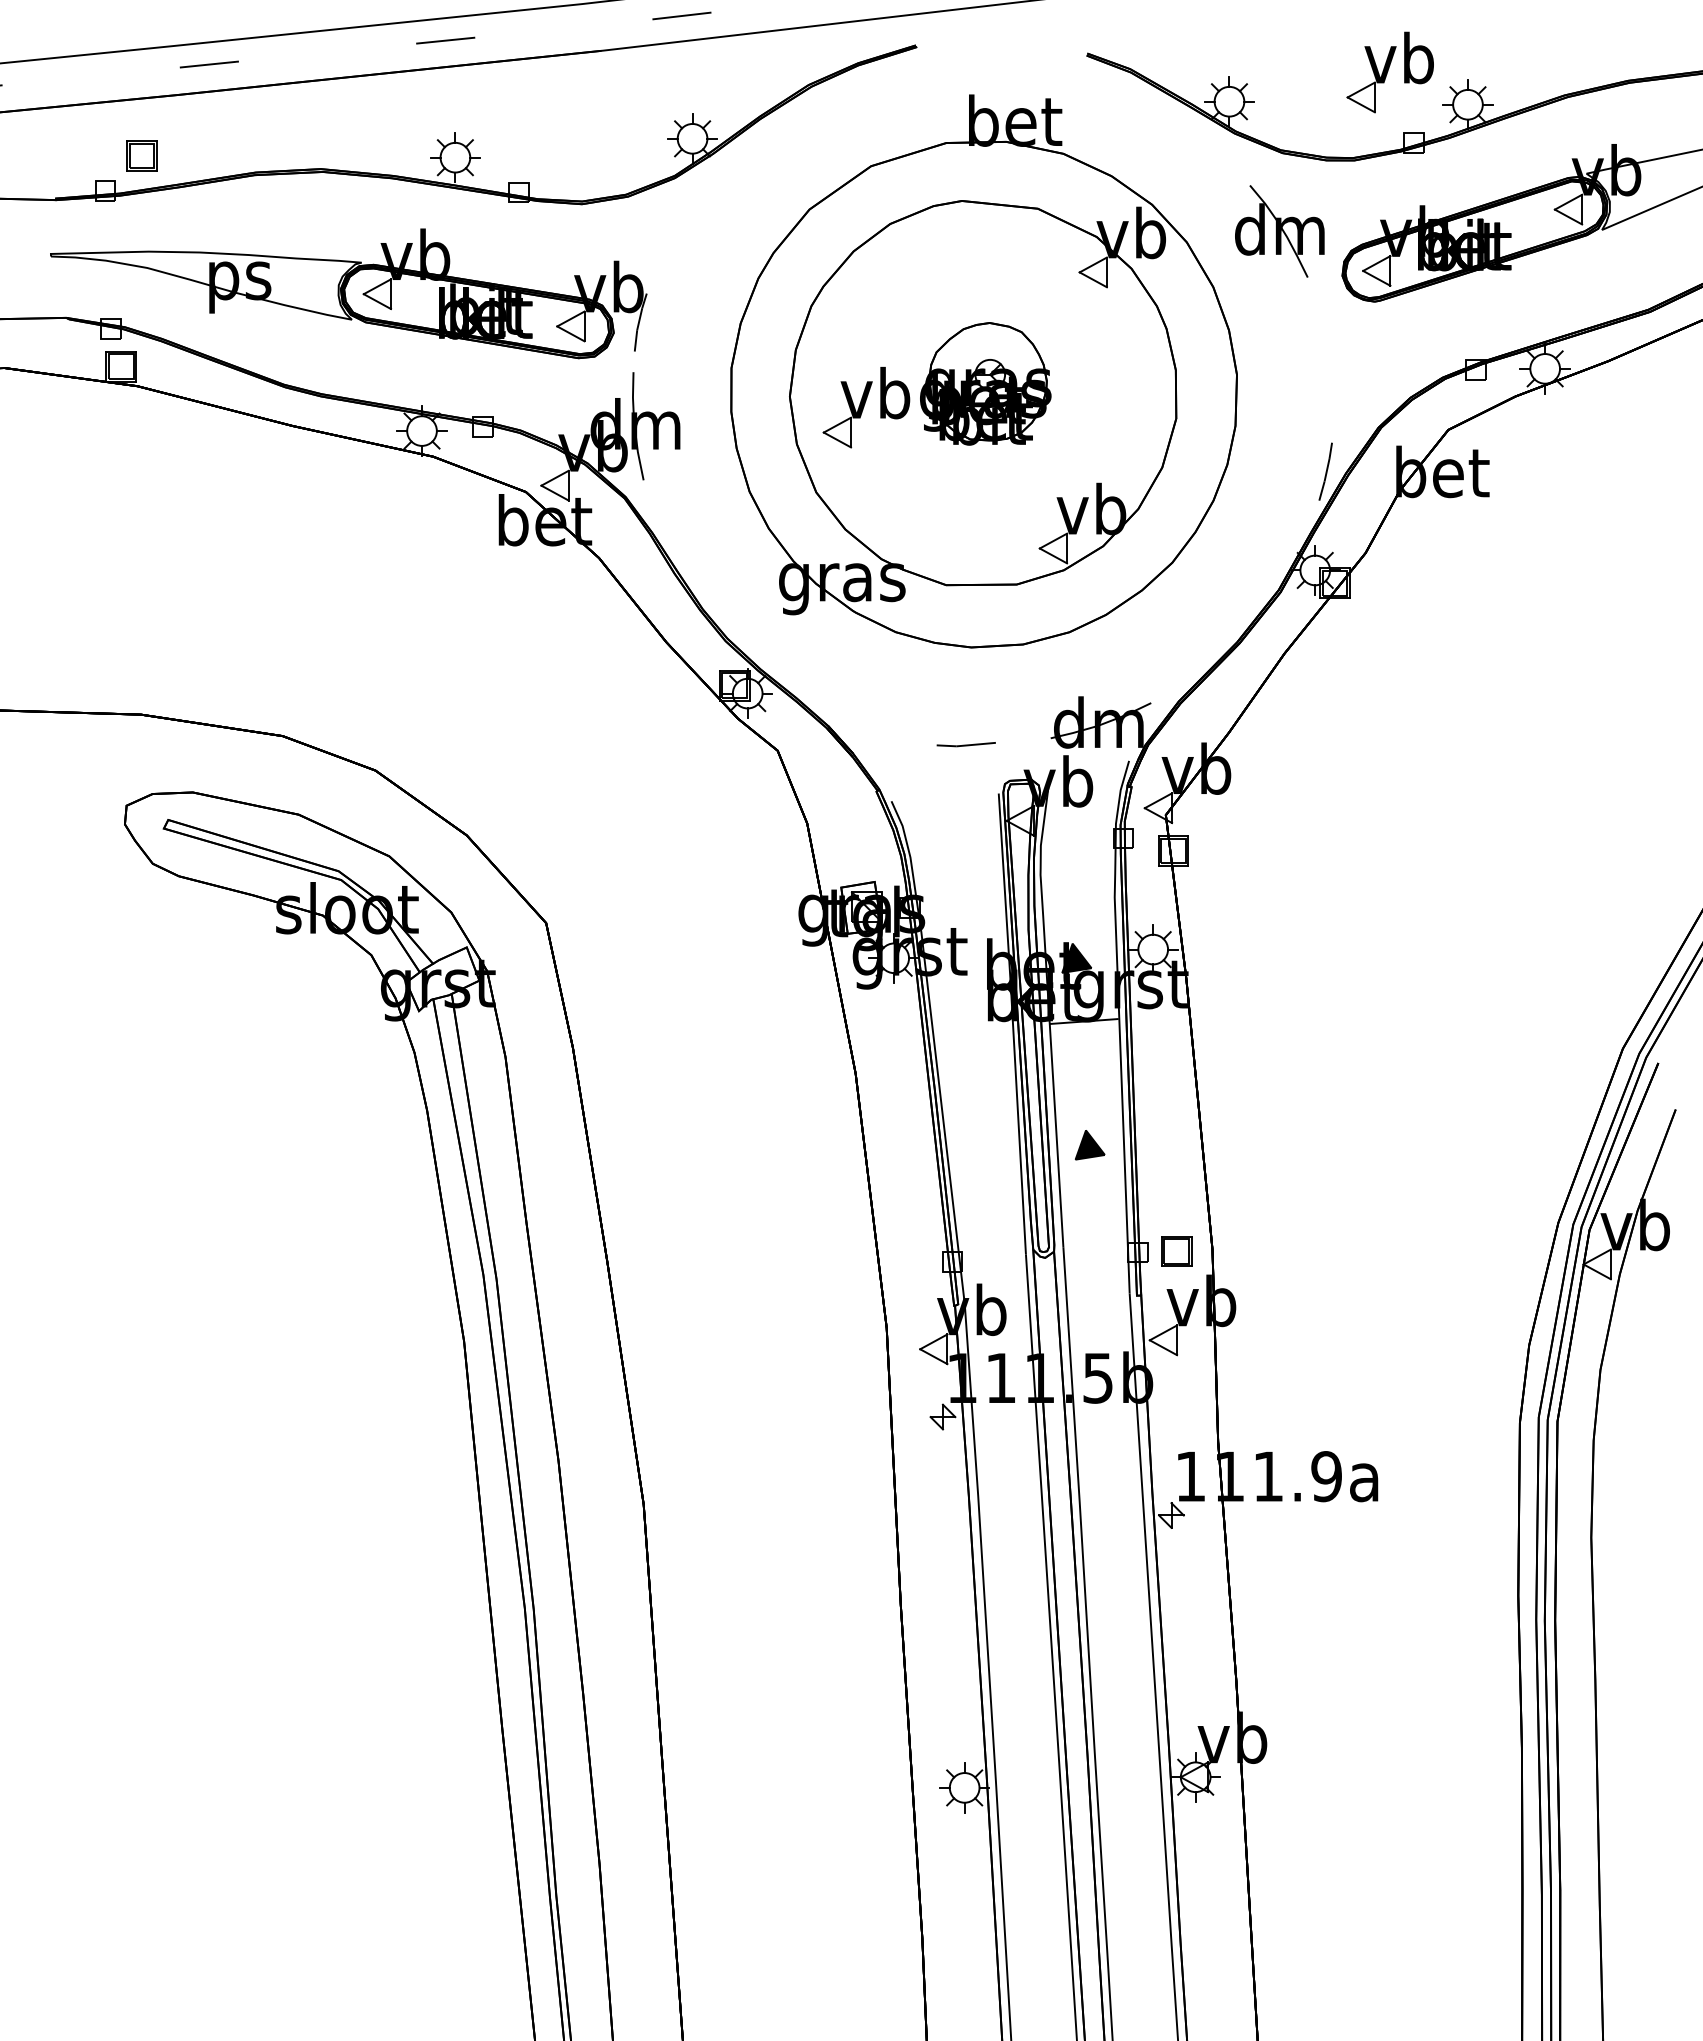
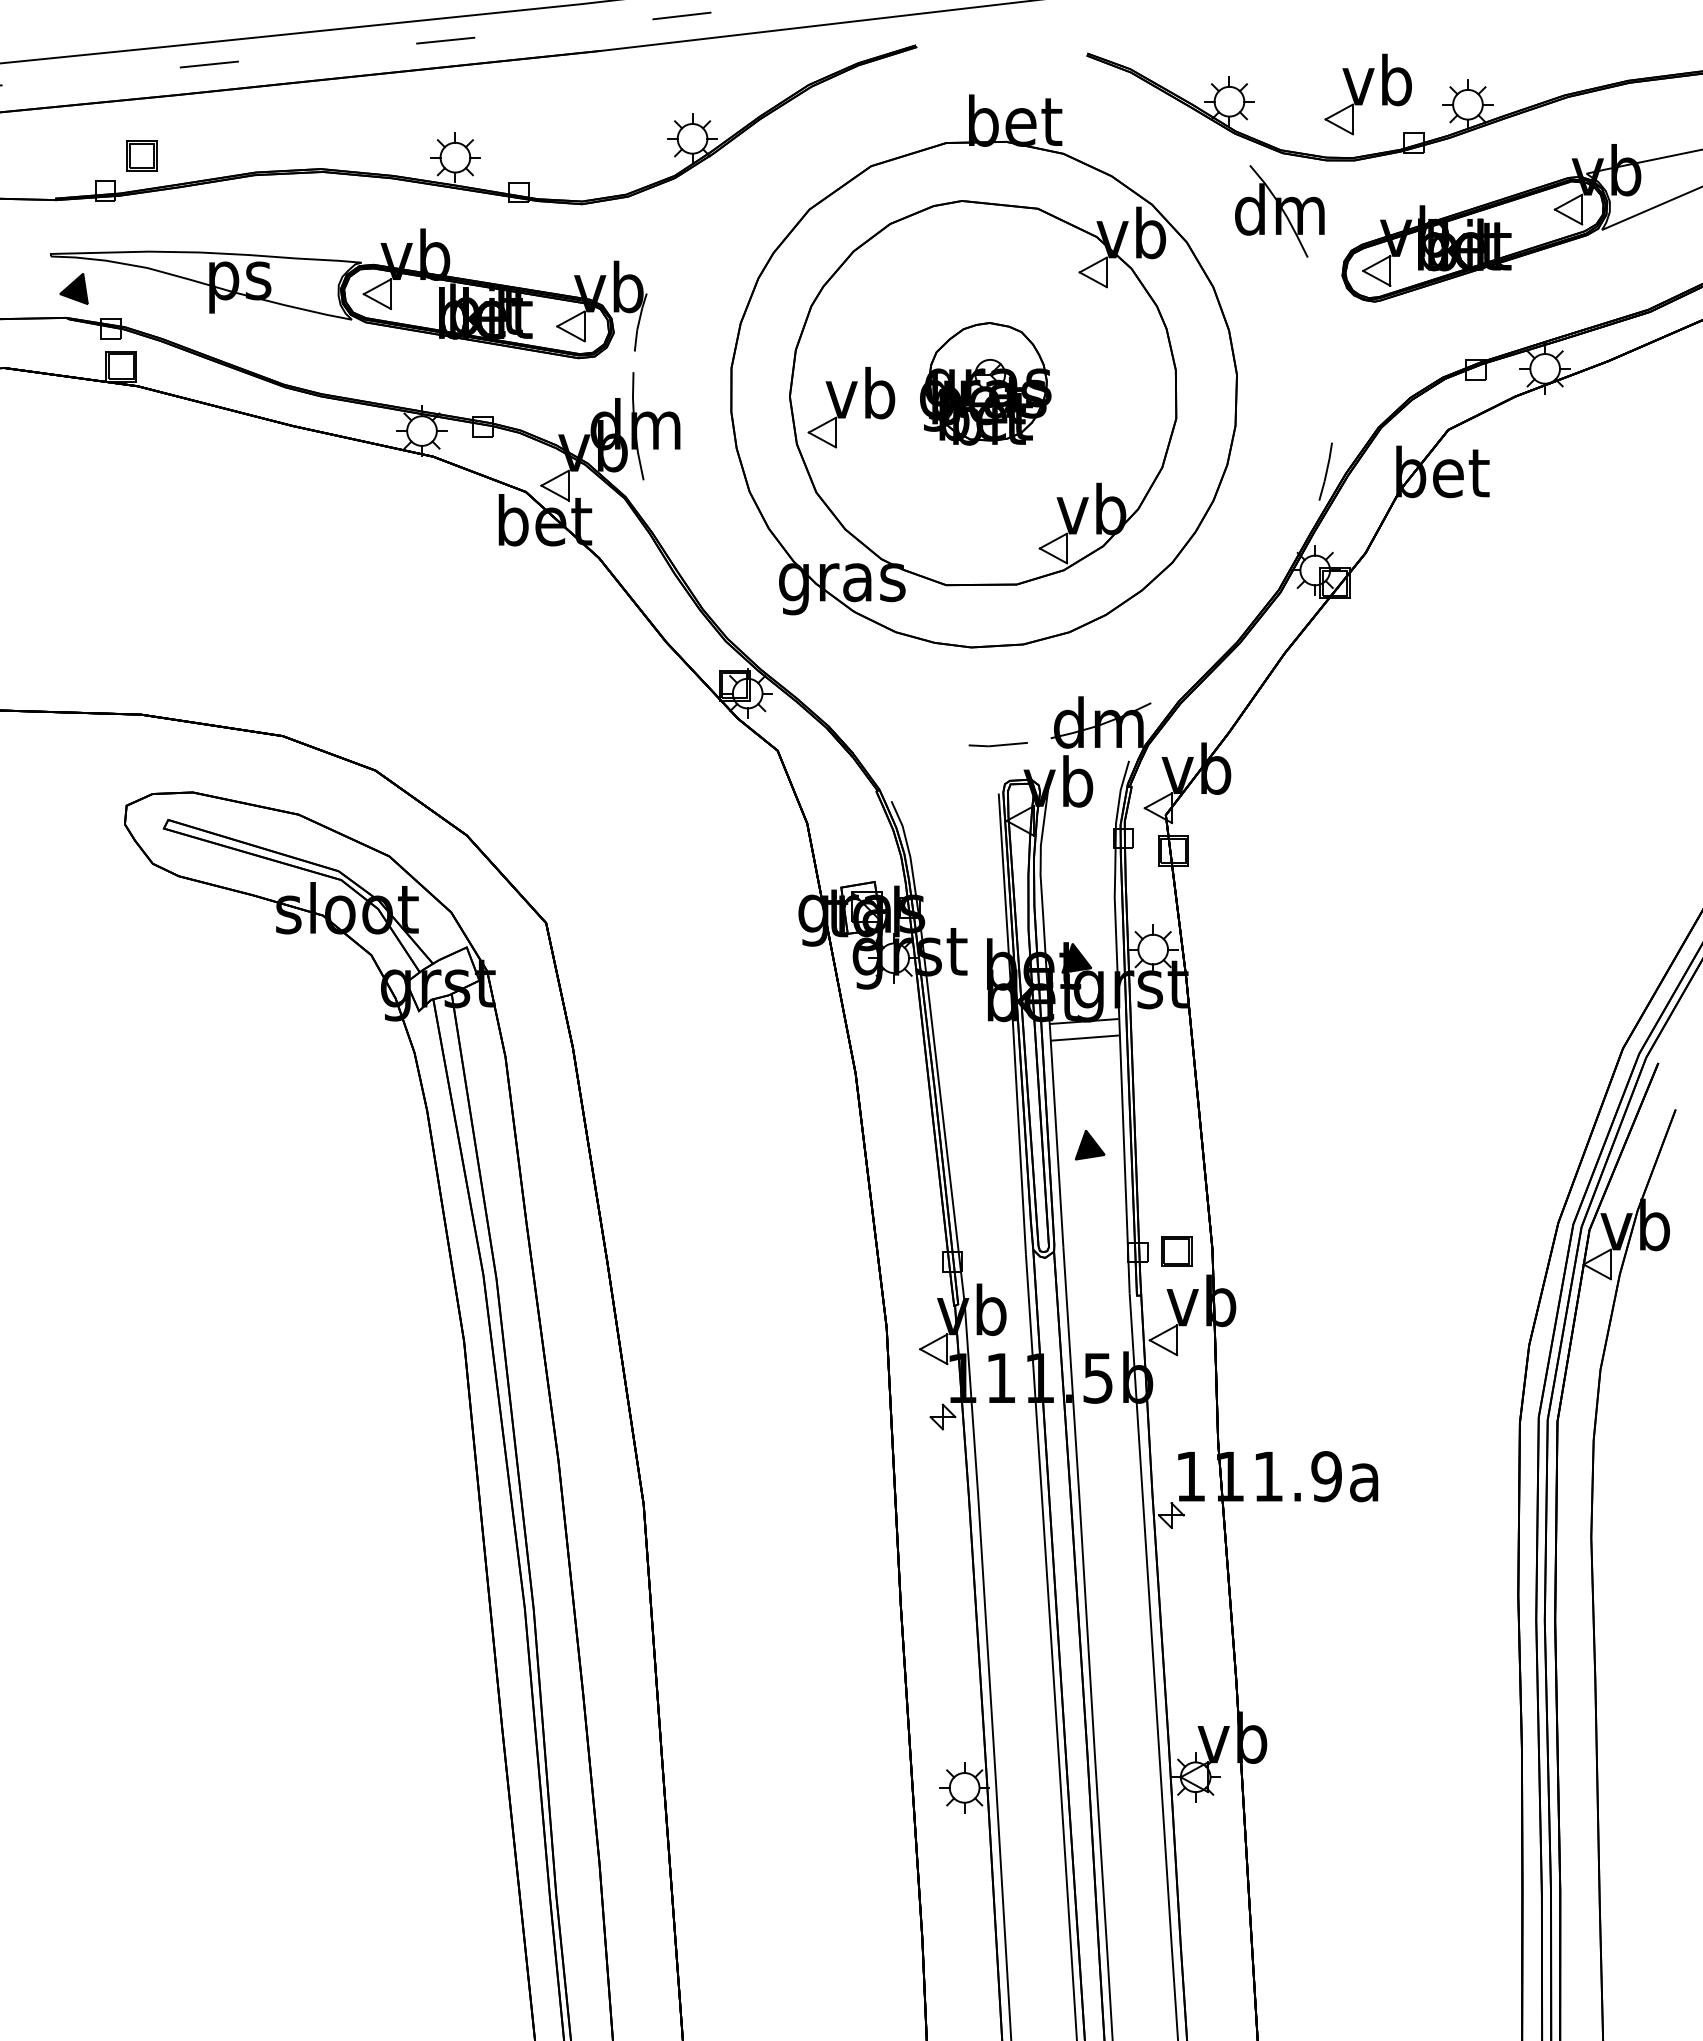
part at (1389, 72) position: (1389, 72) -> (1367, 94)
part at (1279, 231) position: (1279, 231) -> (1279, 211)
part at (73, 288): none -> present
part at (866, 407) position: (866, 407) -> (851, 407)
curve at (965, 744) position: (965, 744) -> (997, 744)
line at (1084, 1037): none -> present
